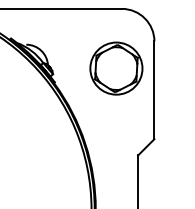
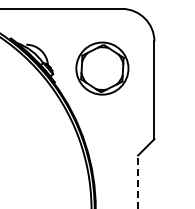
part at (116, 68) position: (116, 68) -> (102, 68)
line at (138, 181): solid -> dashed
